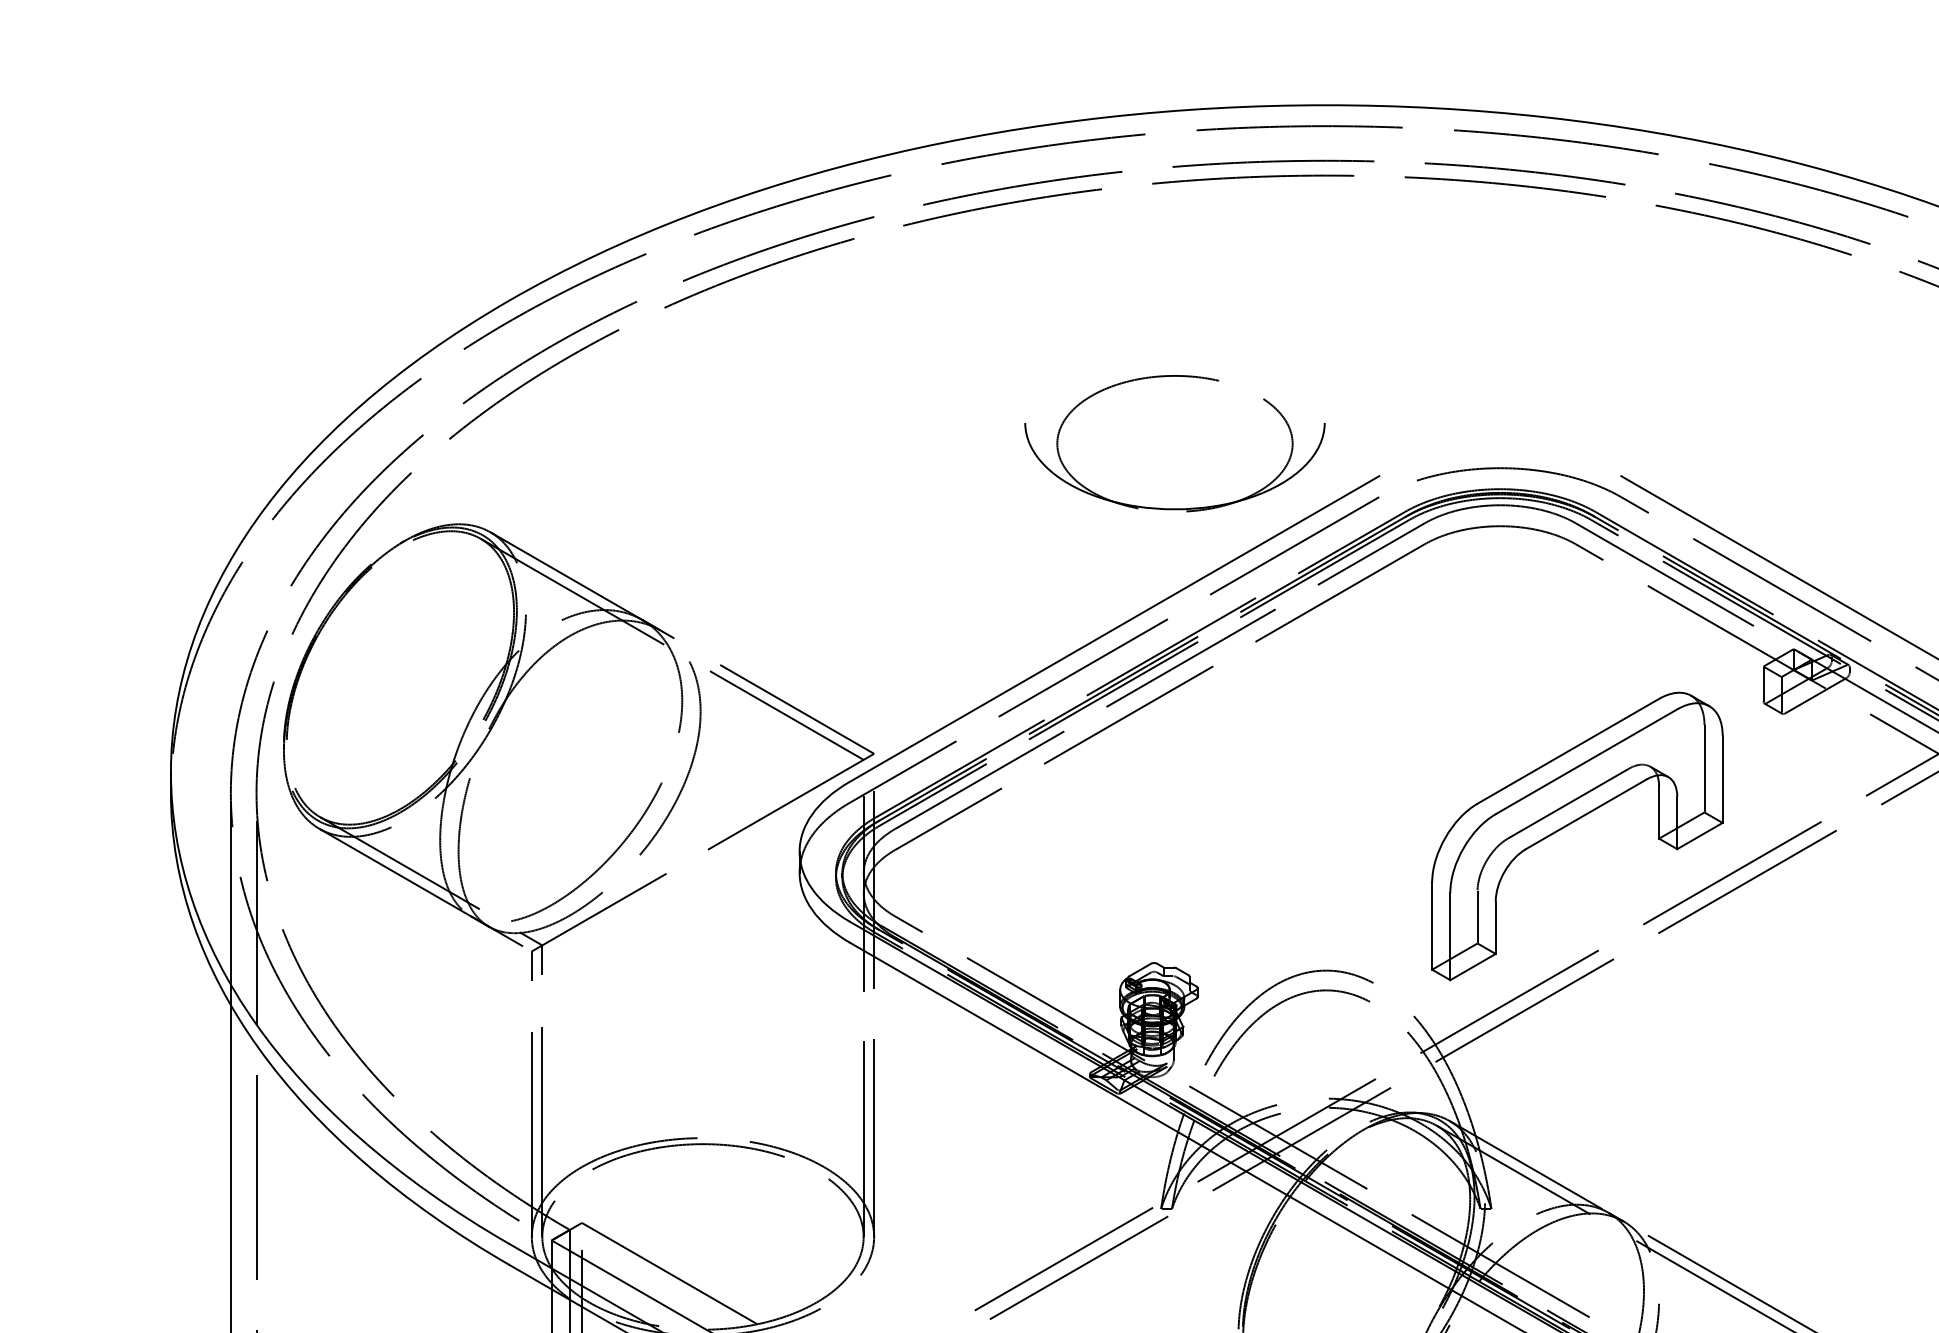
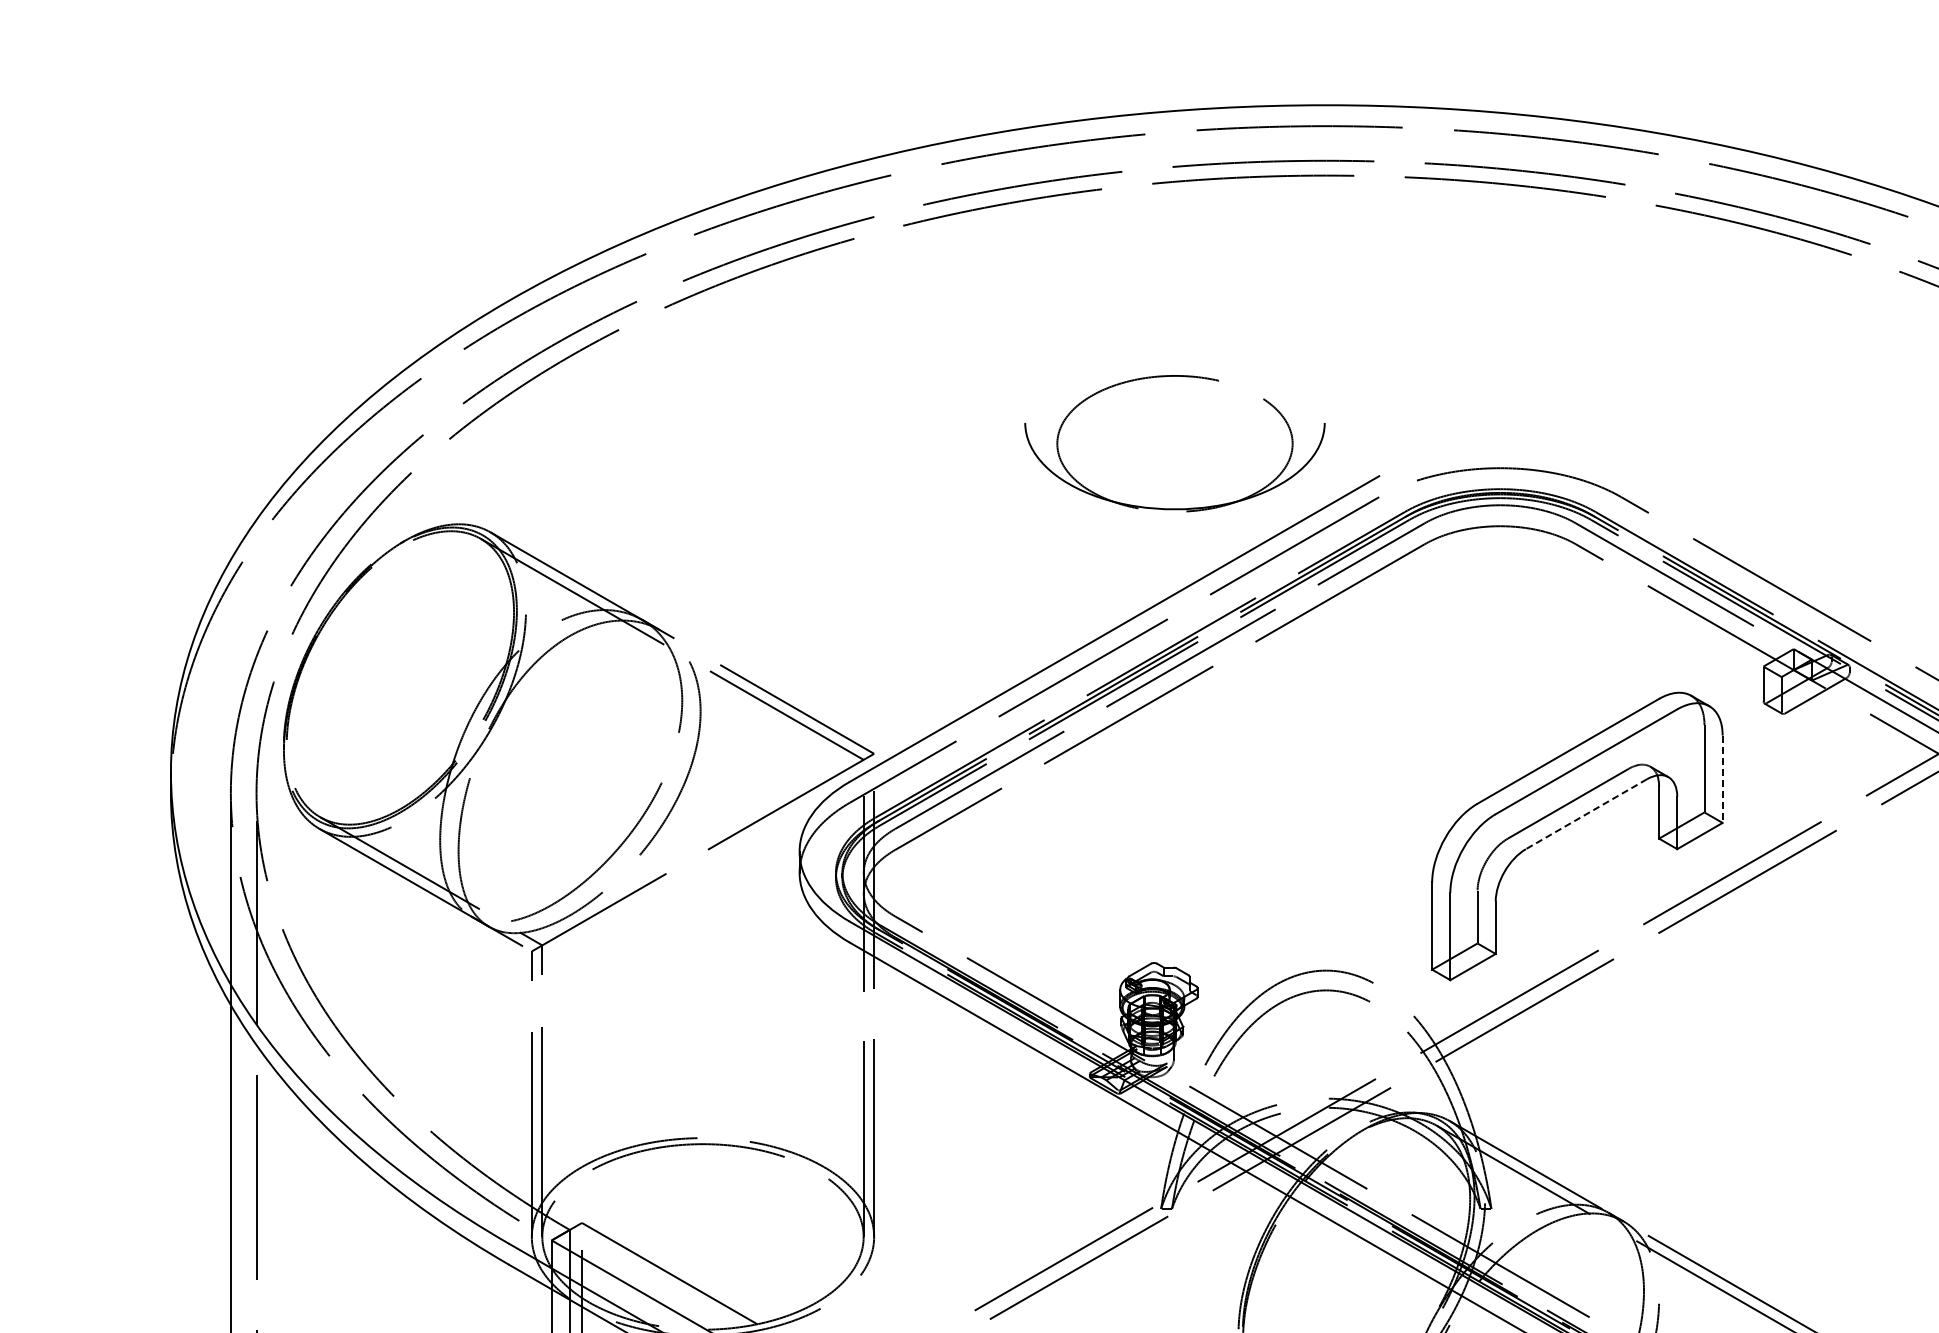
line at (1778, 566): present -> none
line at (1722, 779): solid -> dashed
line at (1586, 814): solid -> dashed
